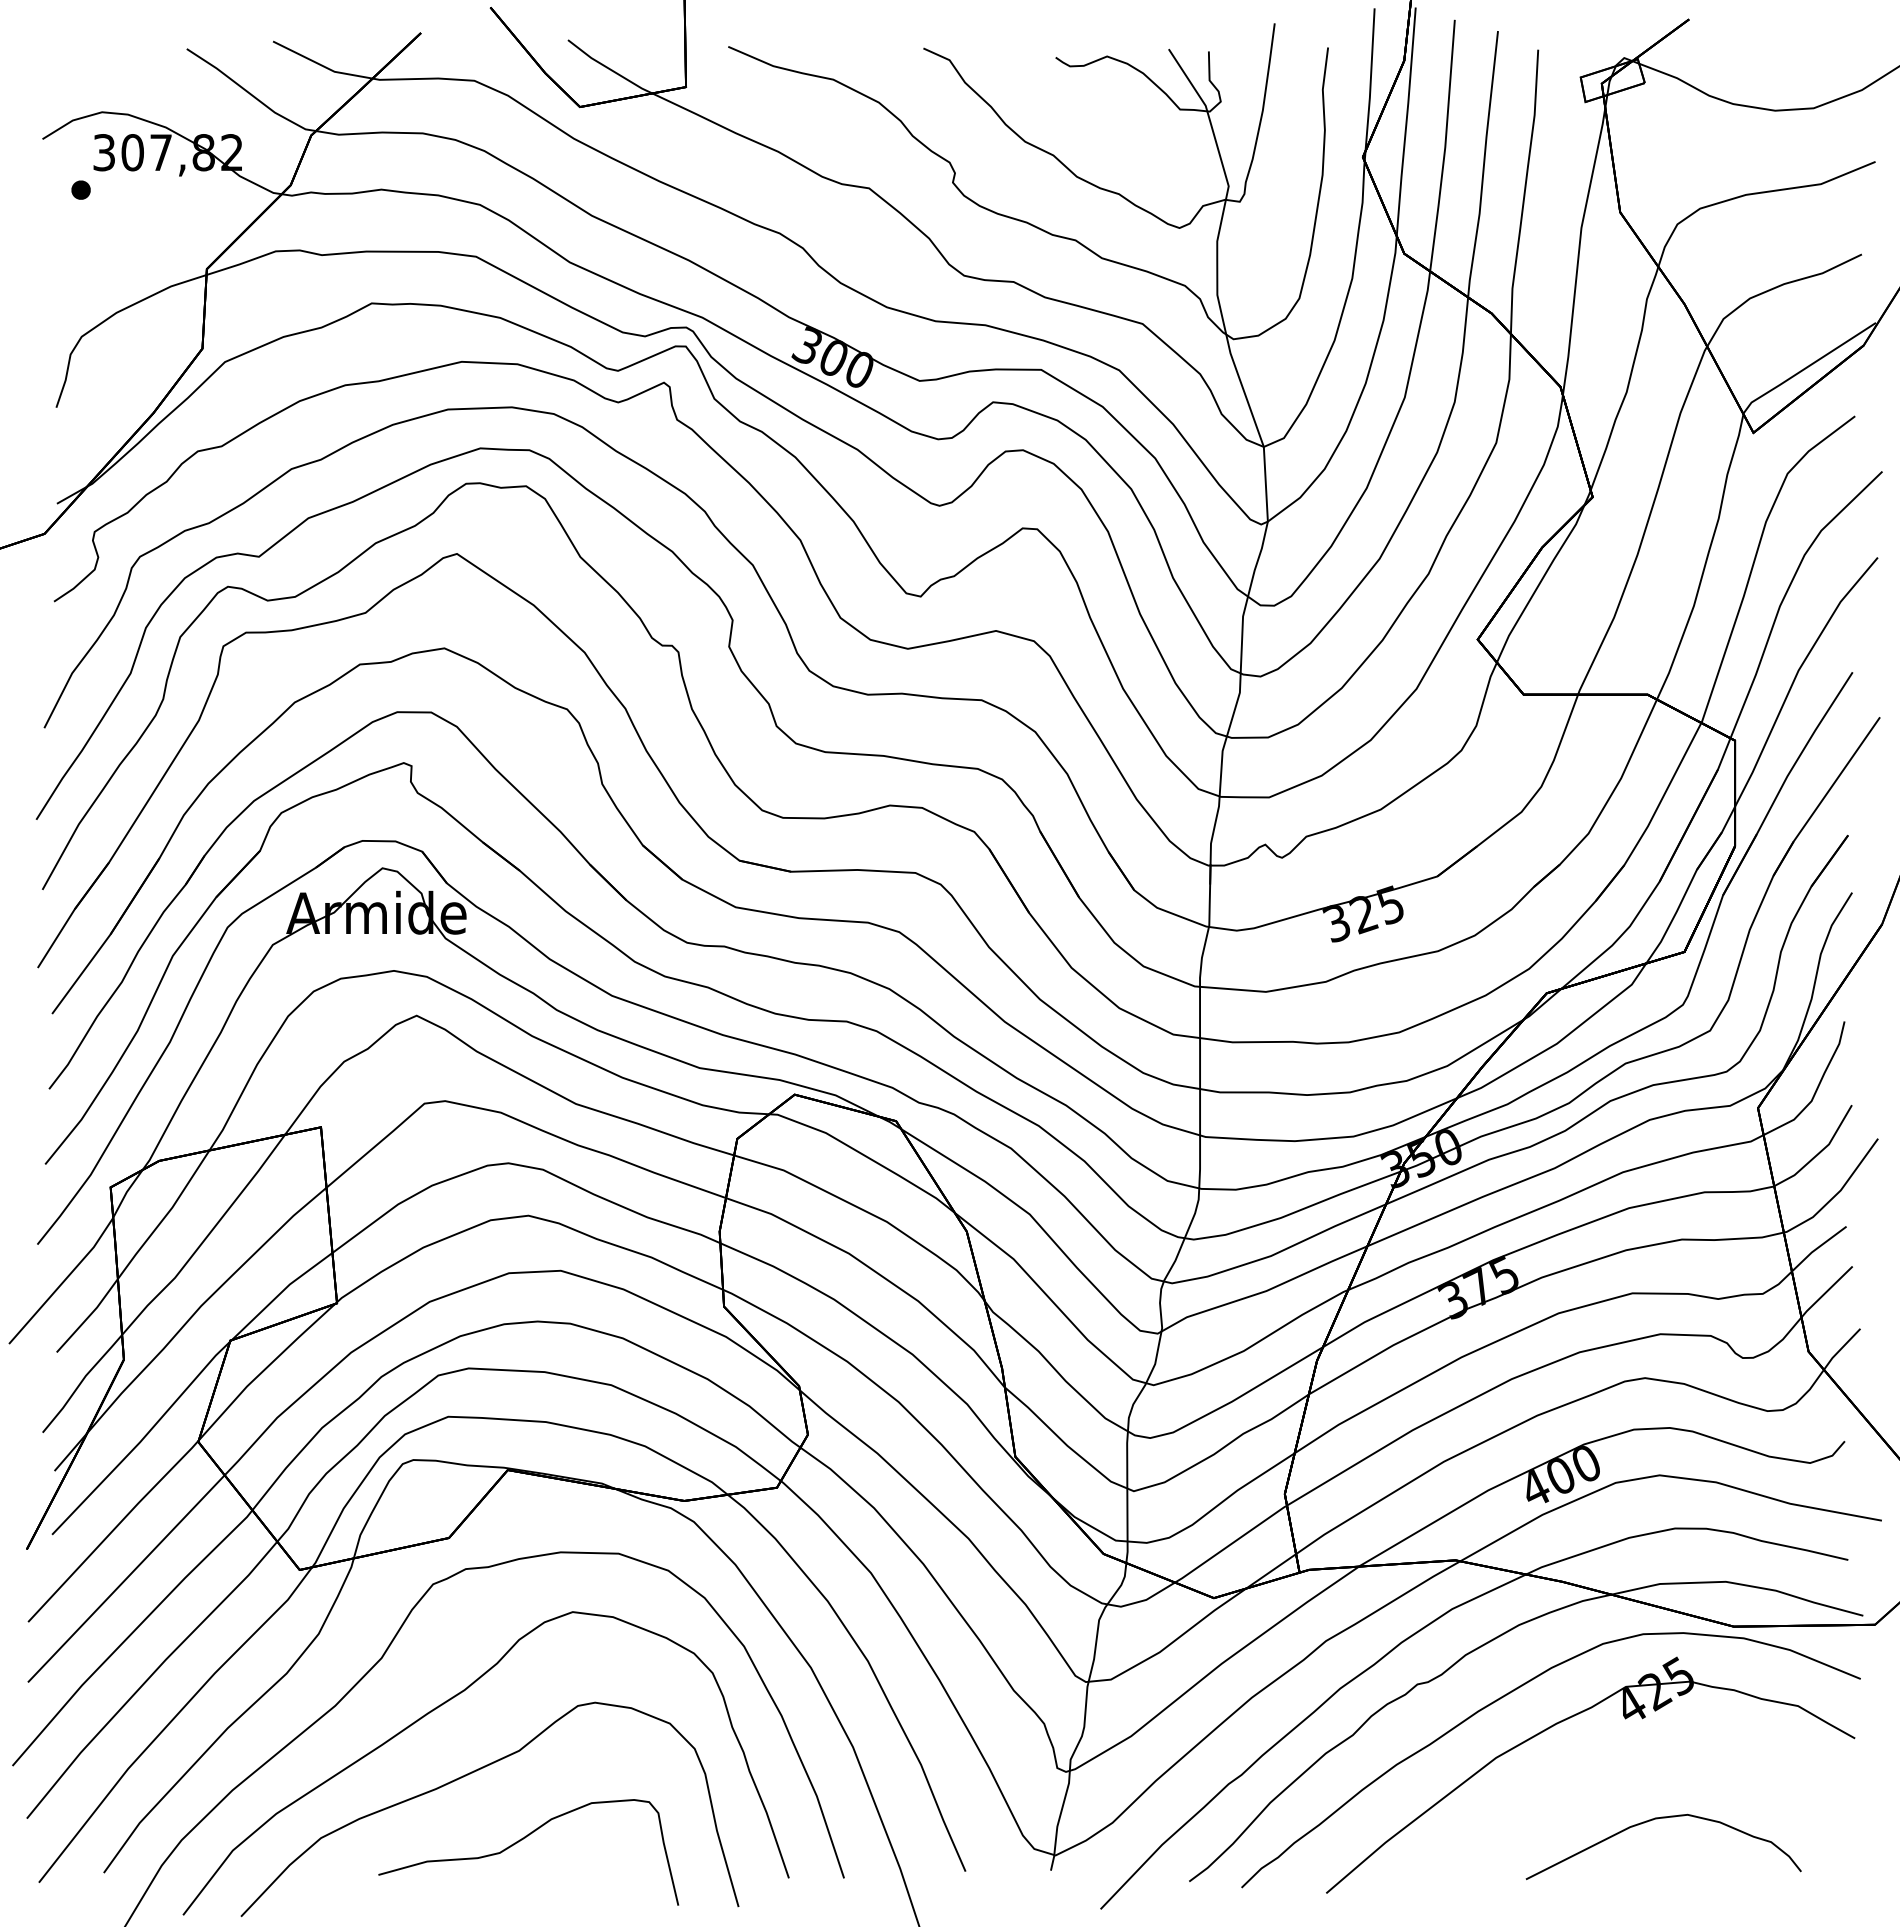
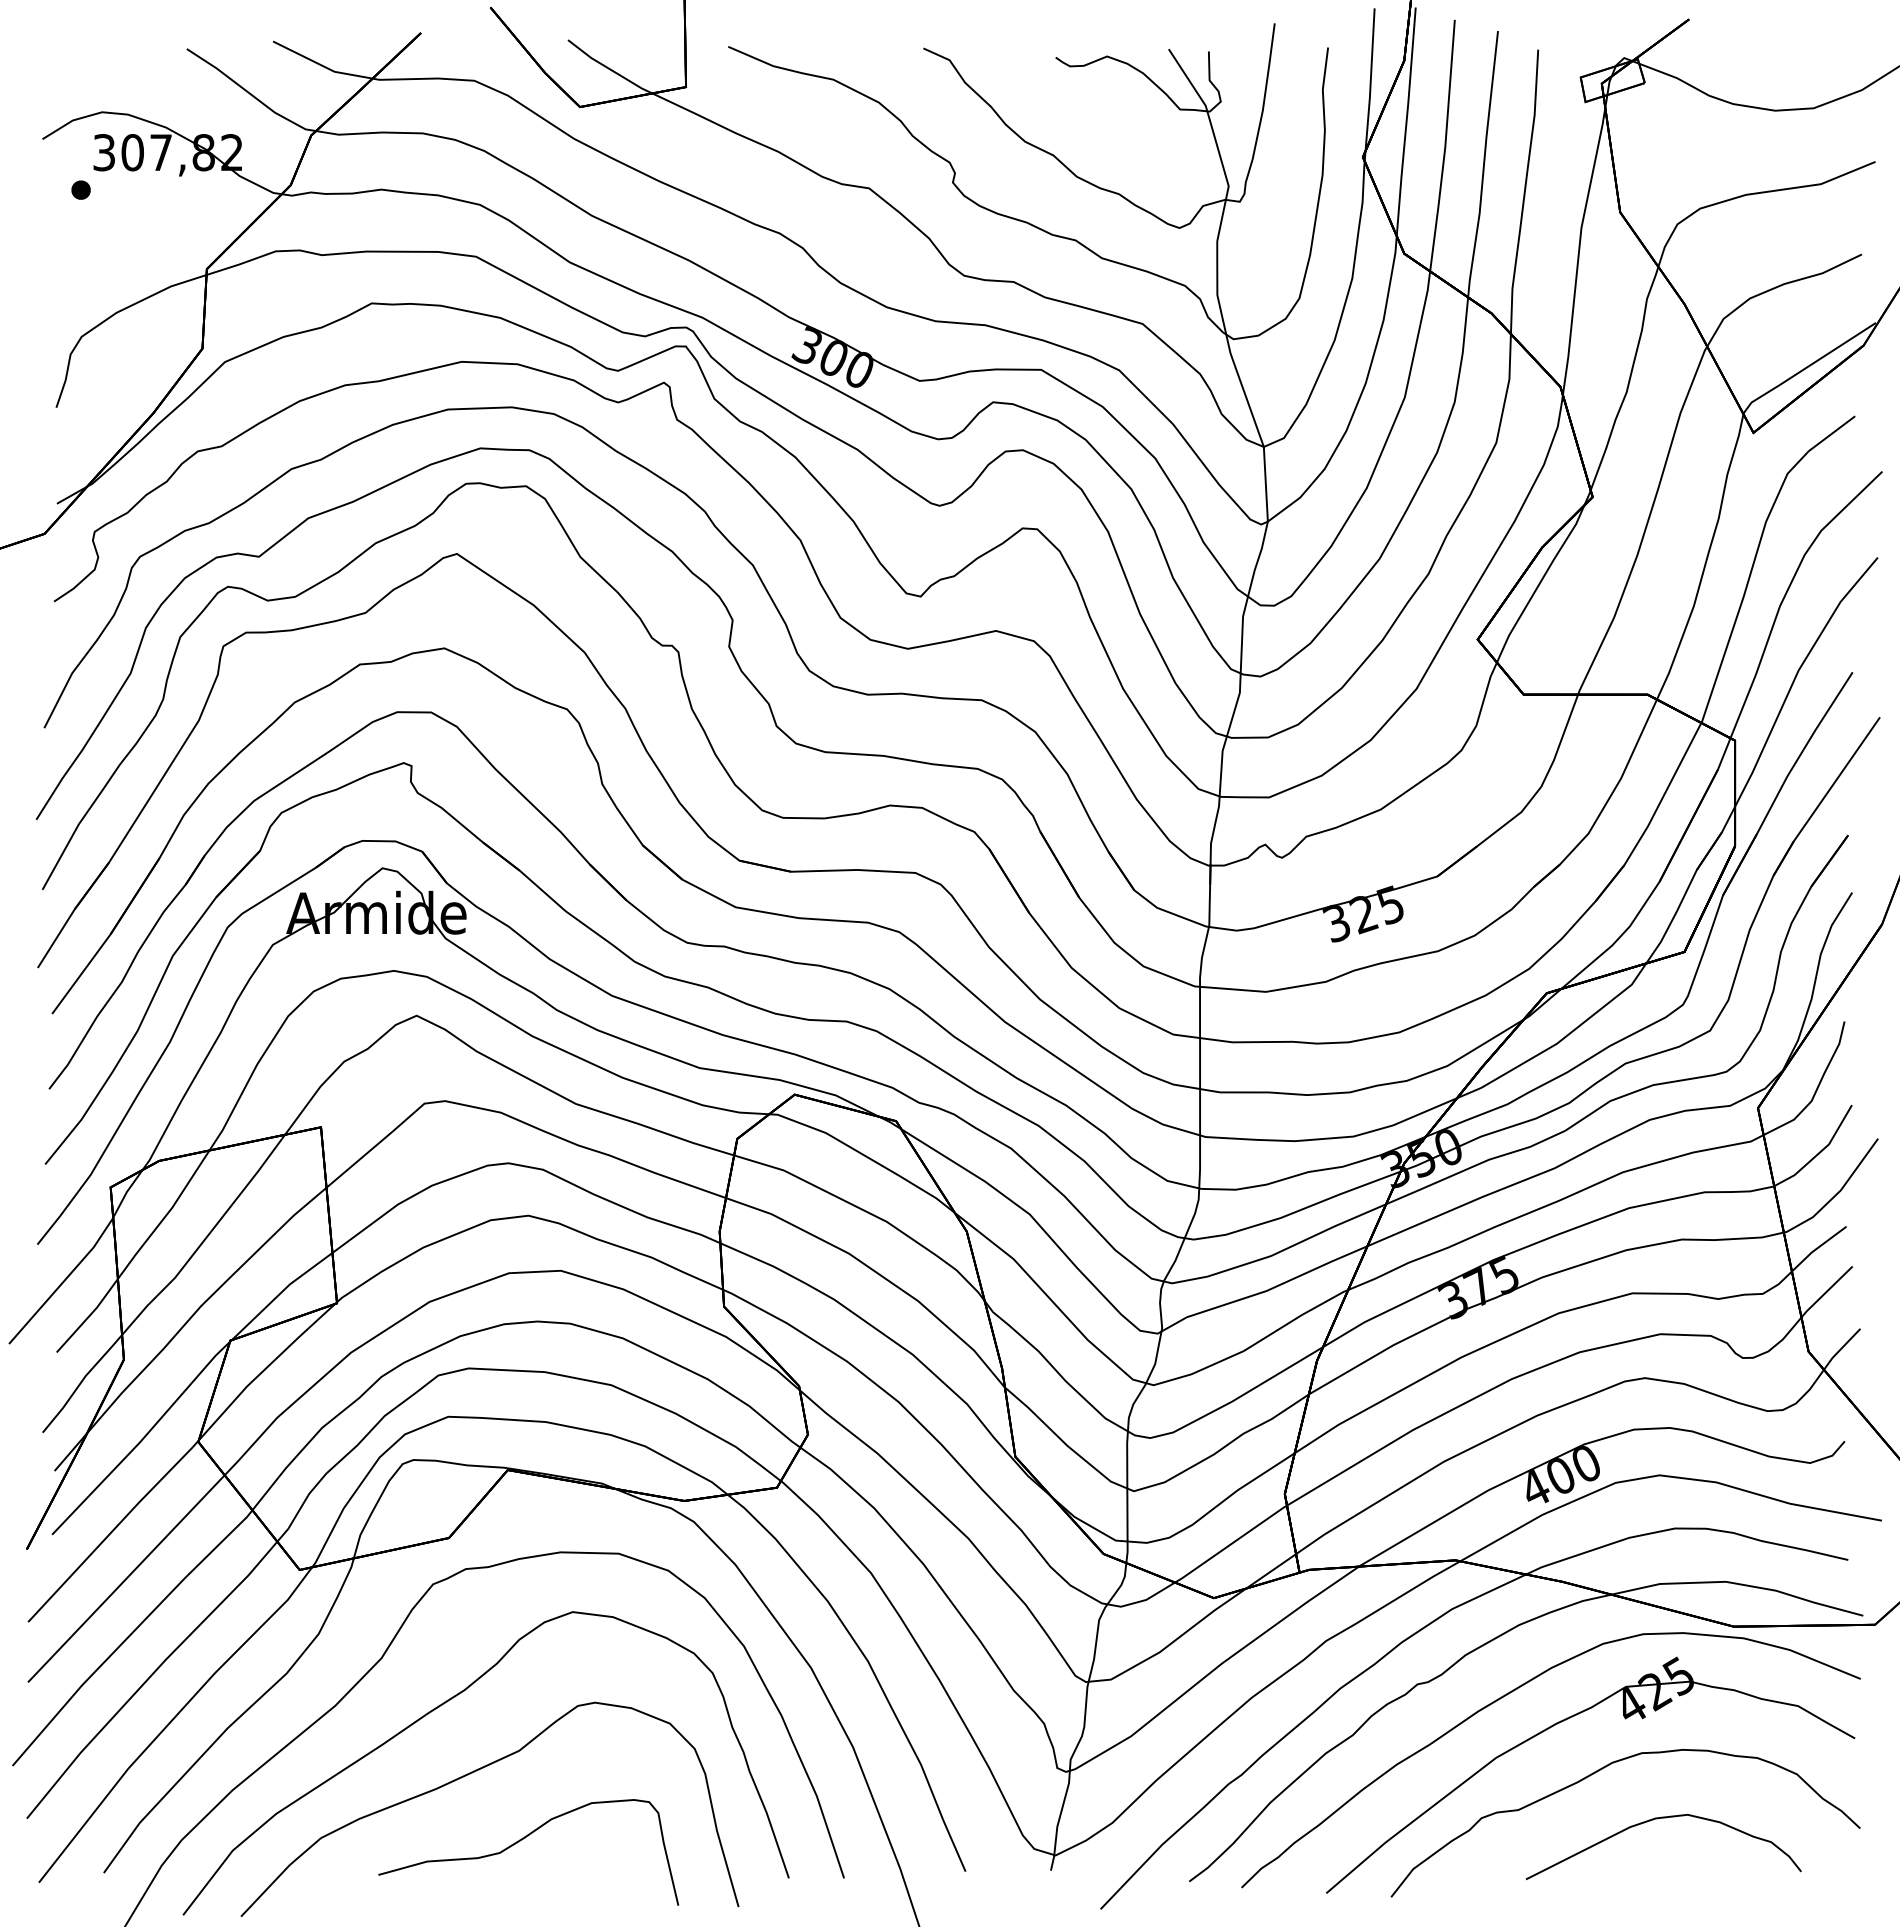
curve at (1599, 1771): none -> present
